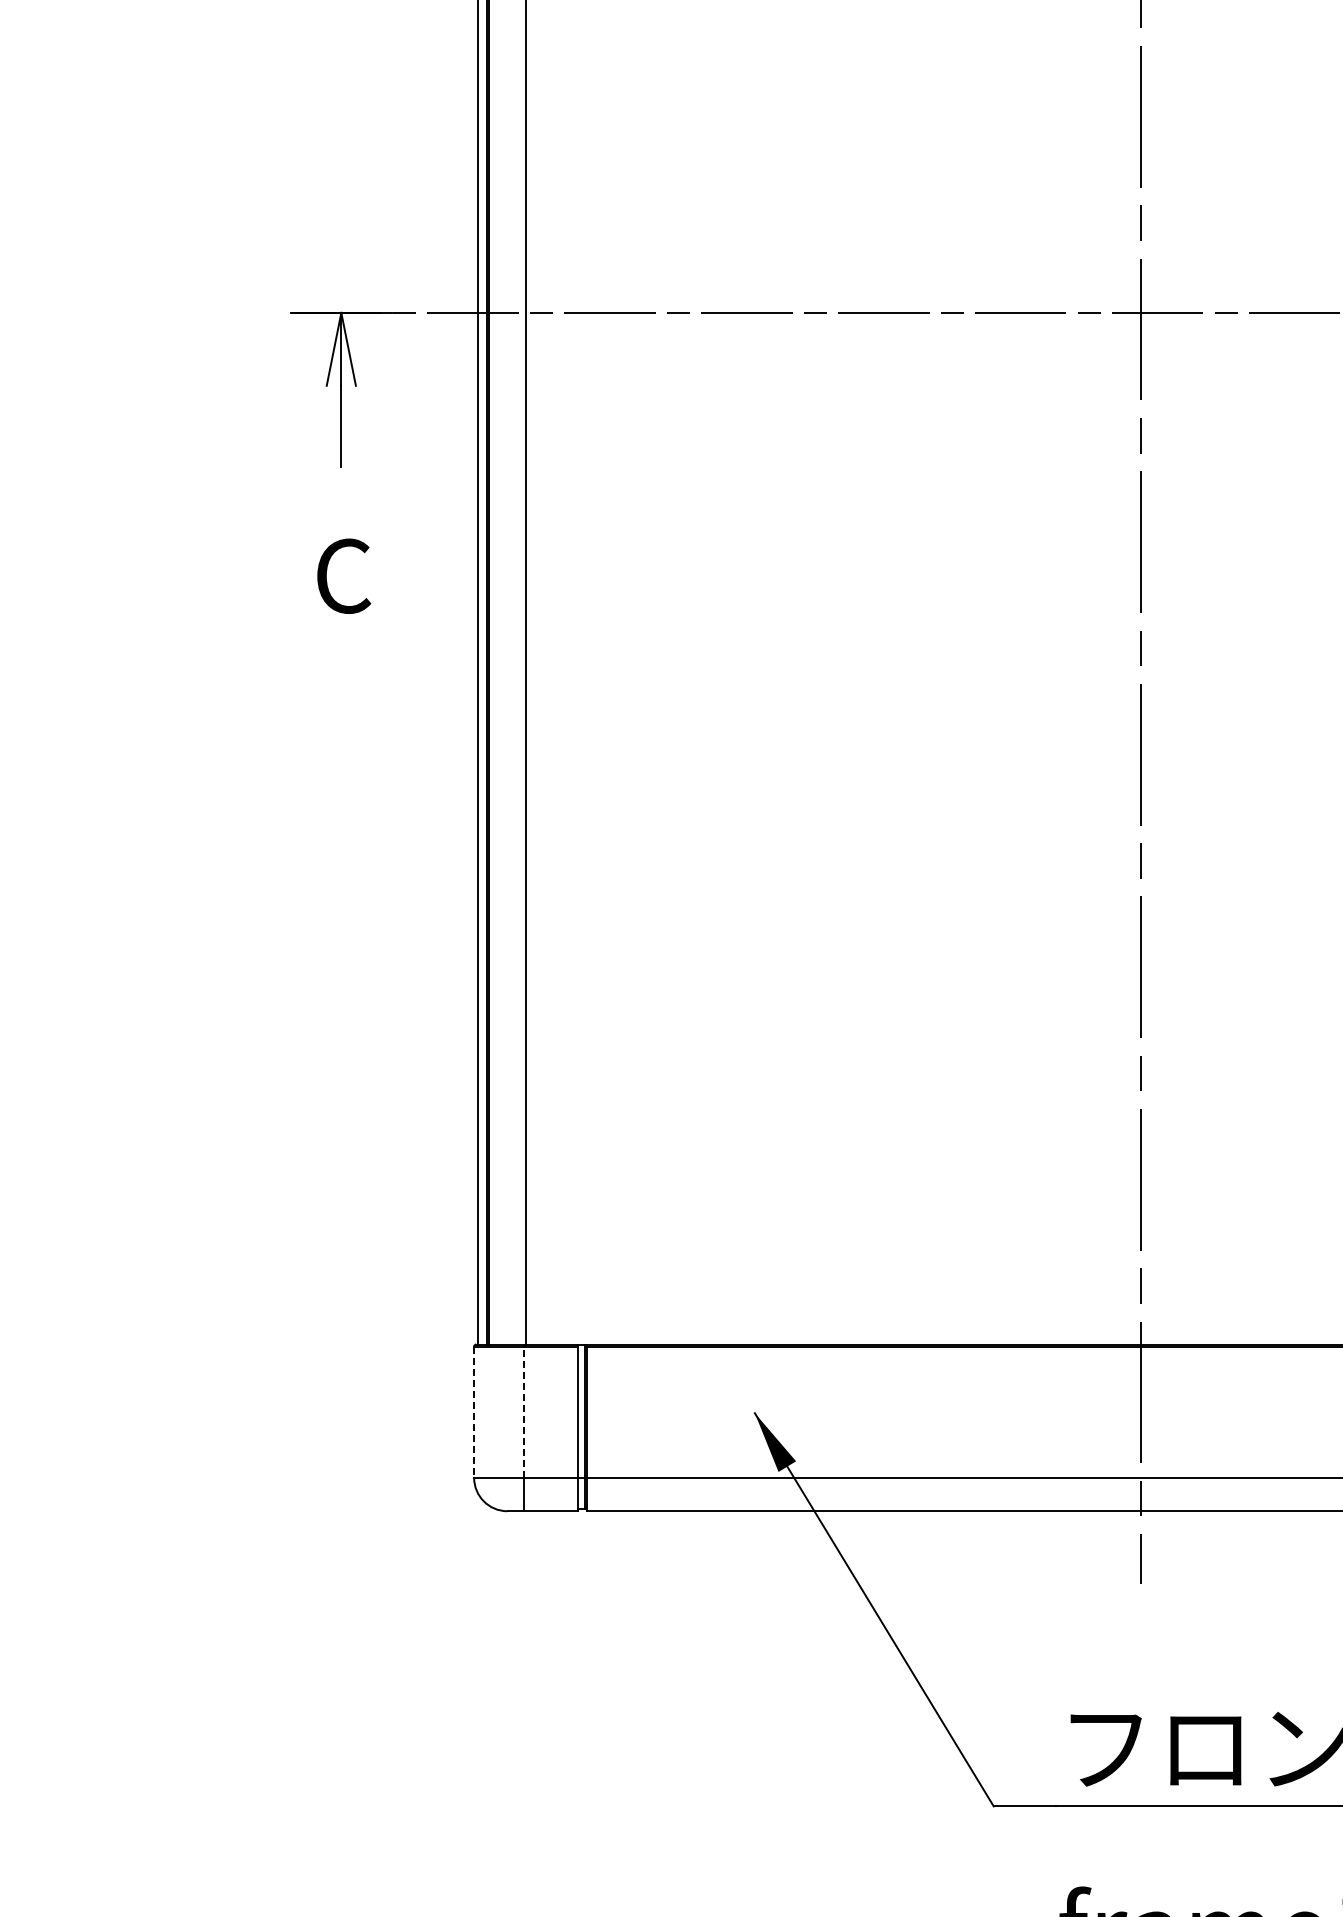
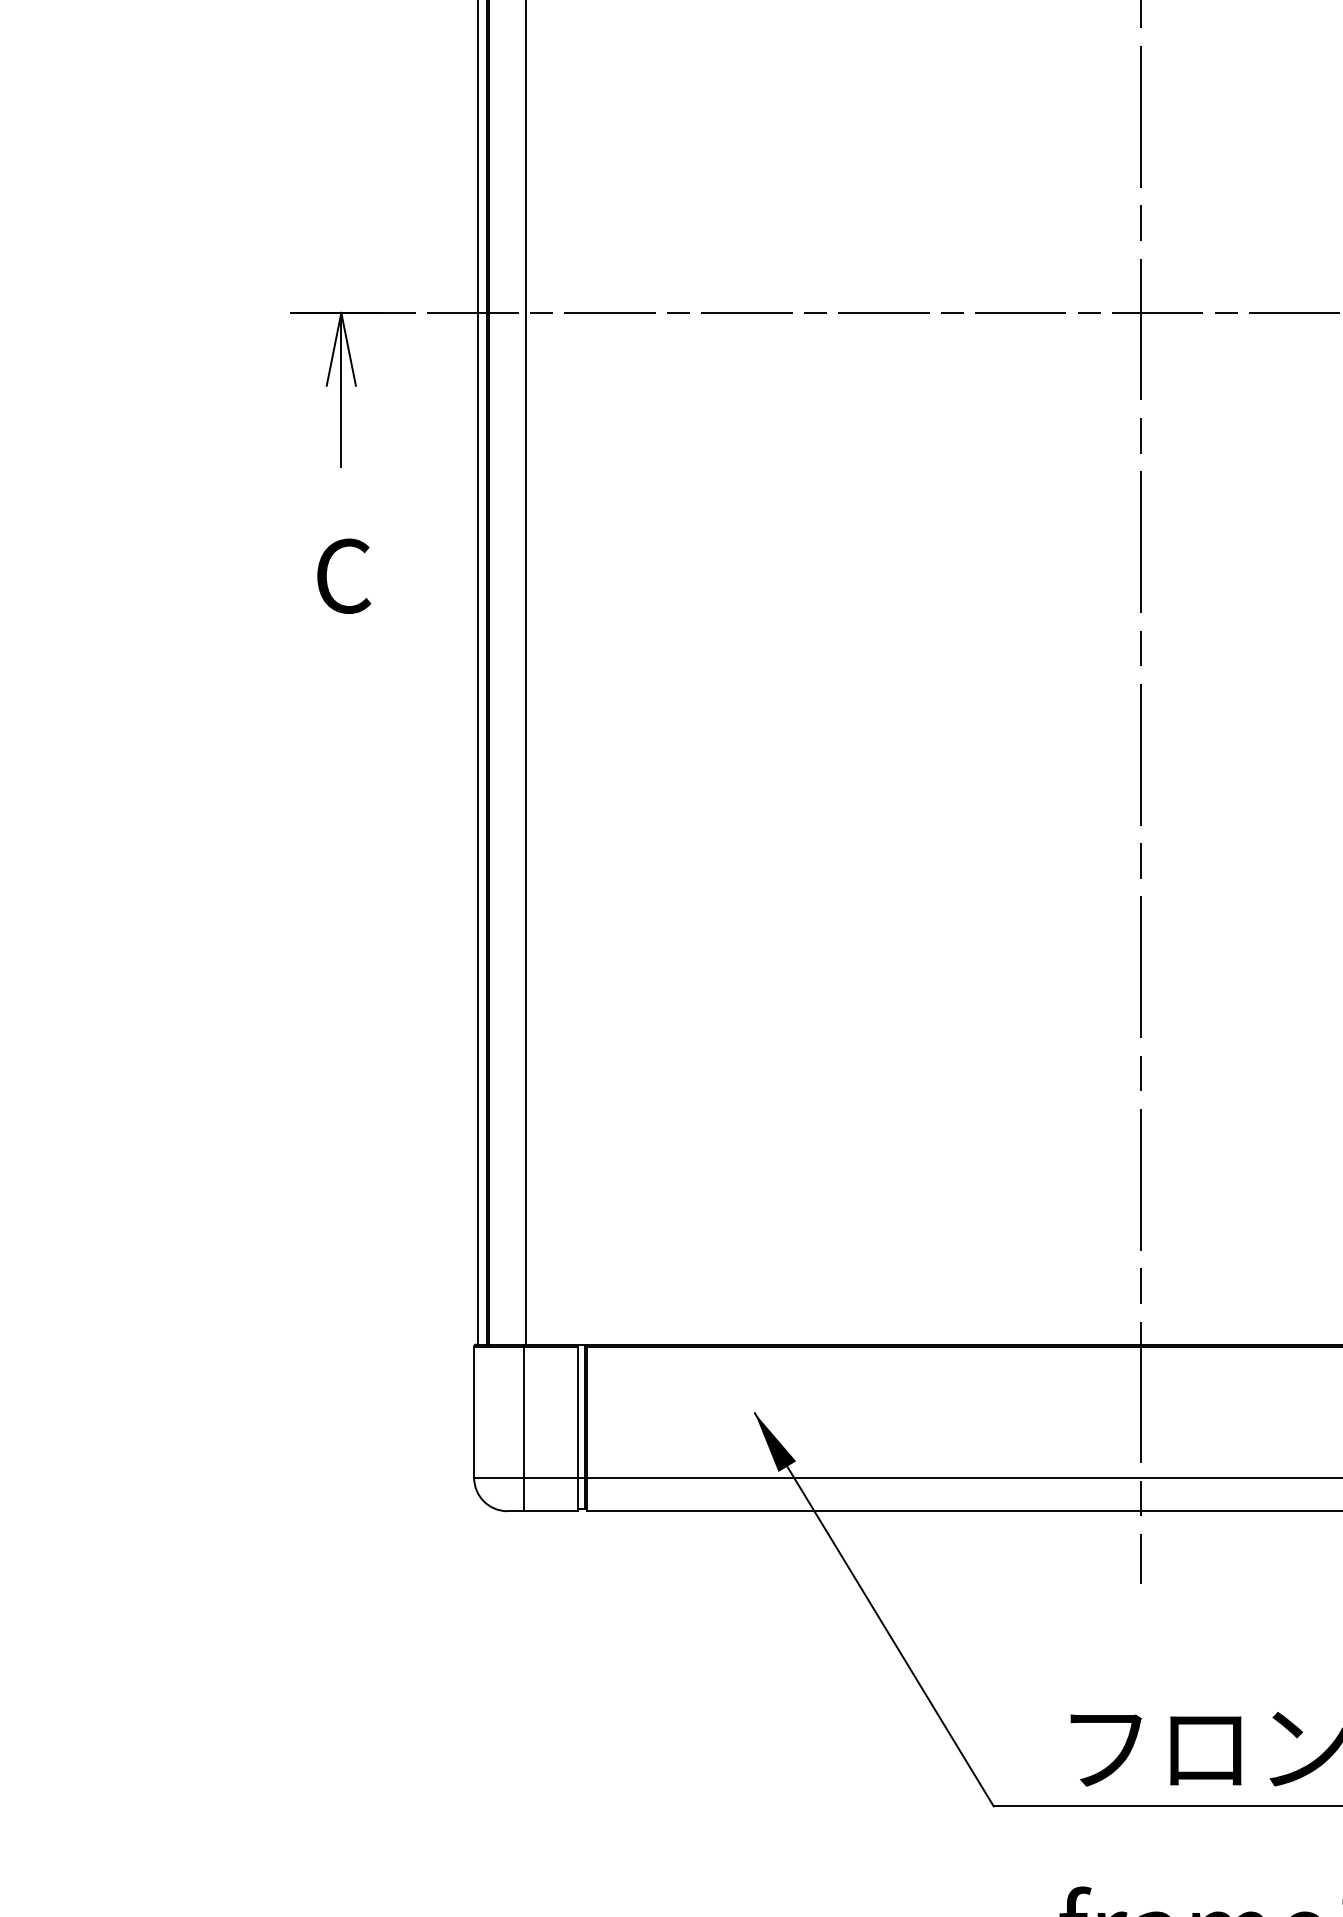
line at (474, 1412): dashed -> solid
line at (524, 1412): dashed -> solid
